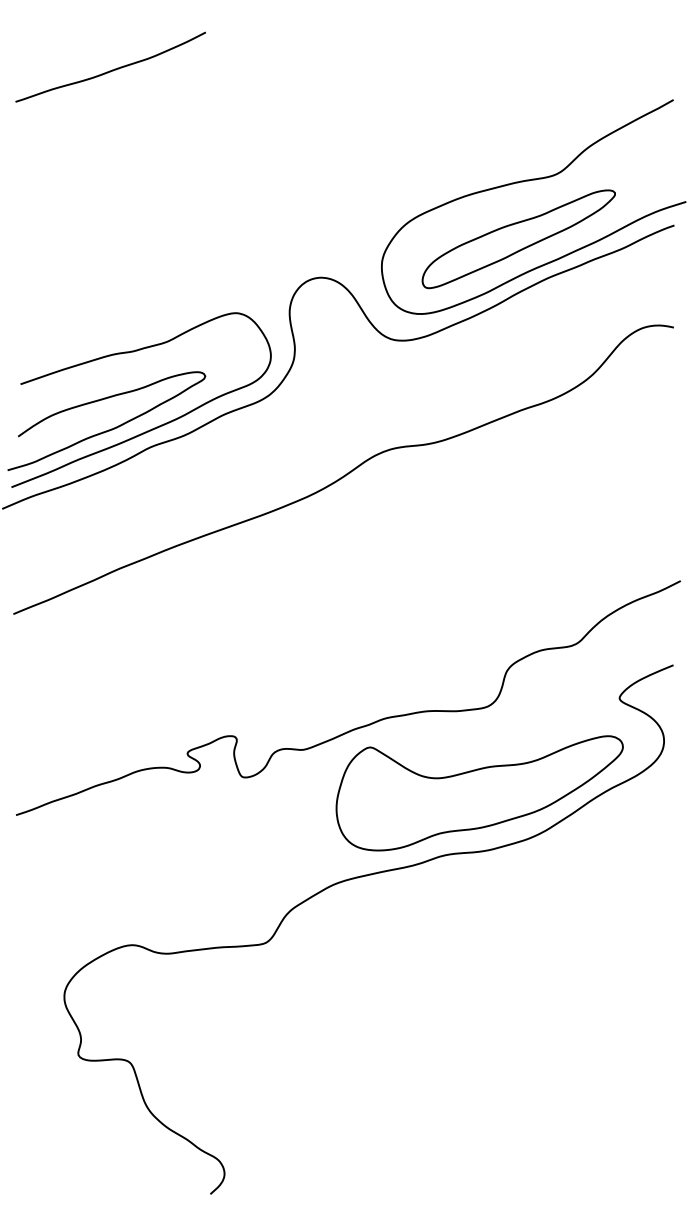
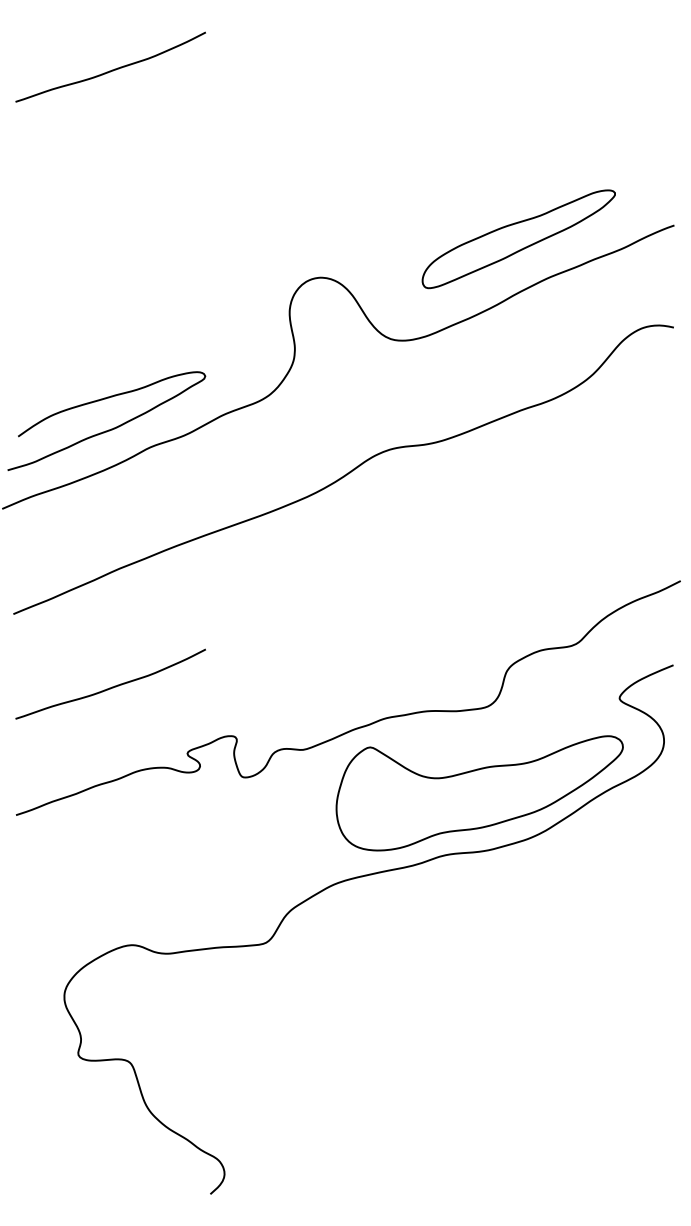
curve at (529, 181): present -> none
curve at (154, 427): present -> none
curve at (112, 686): none -> present
